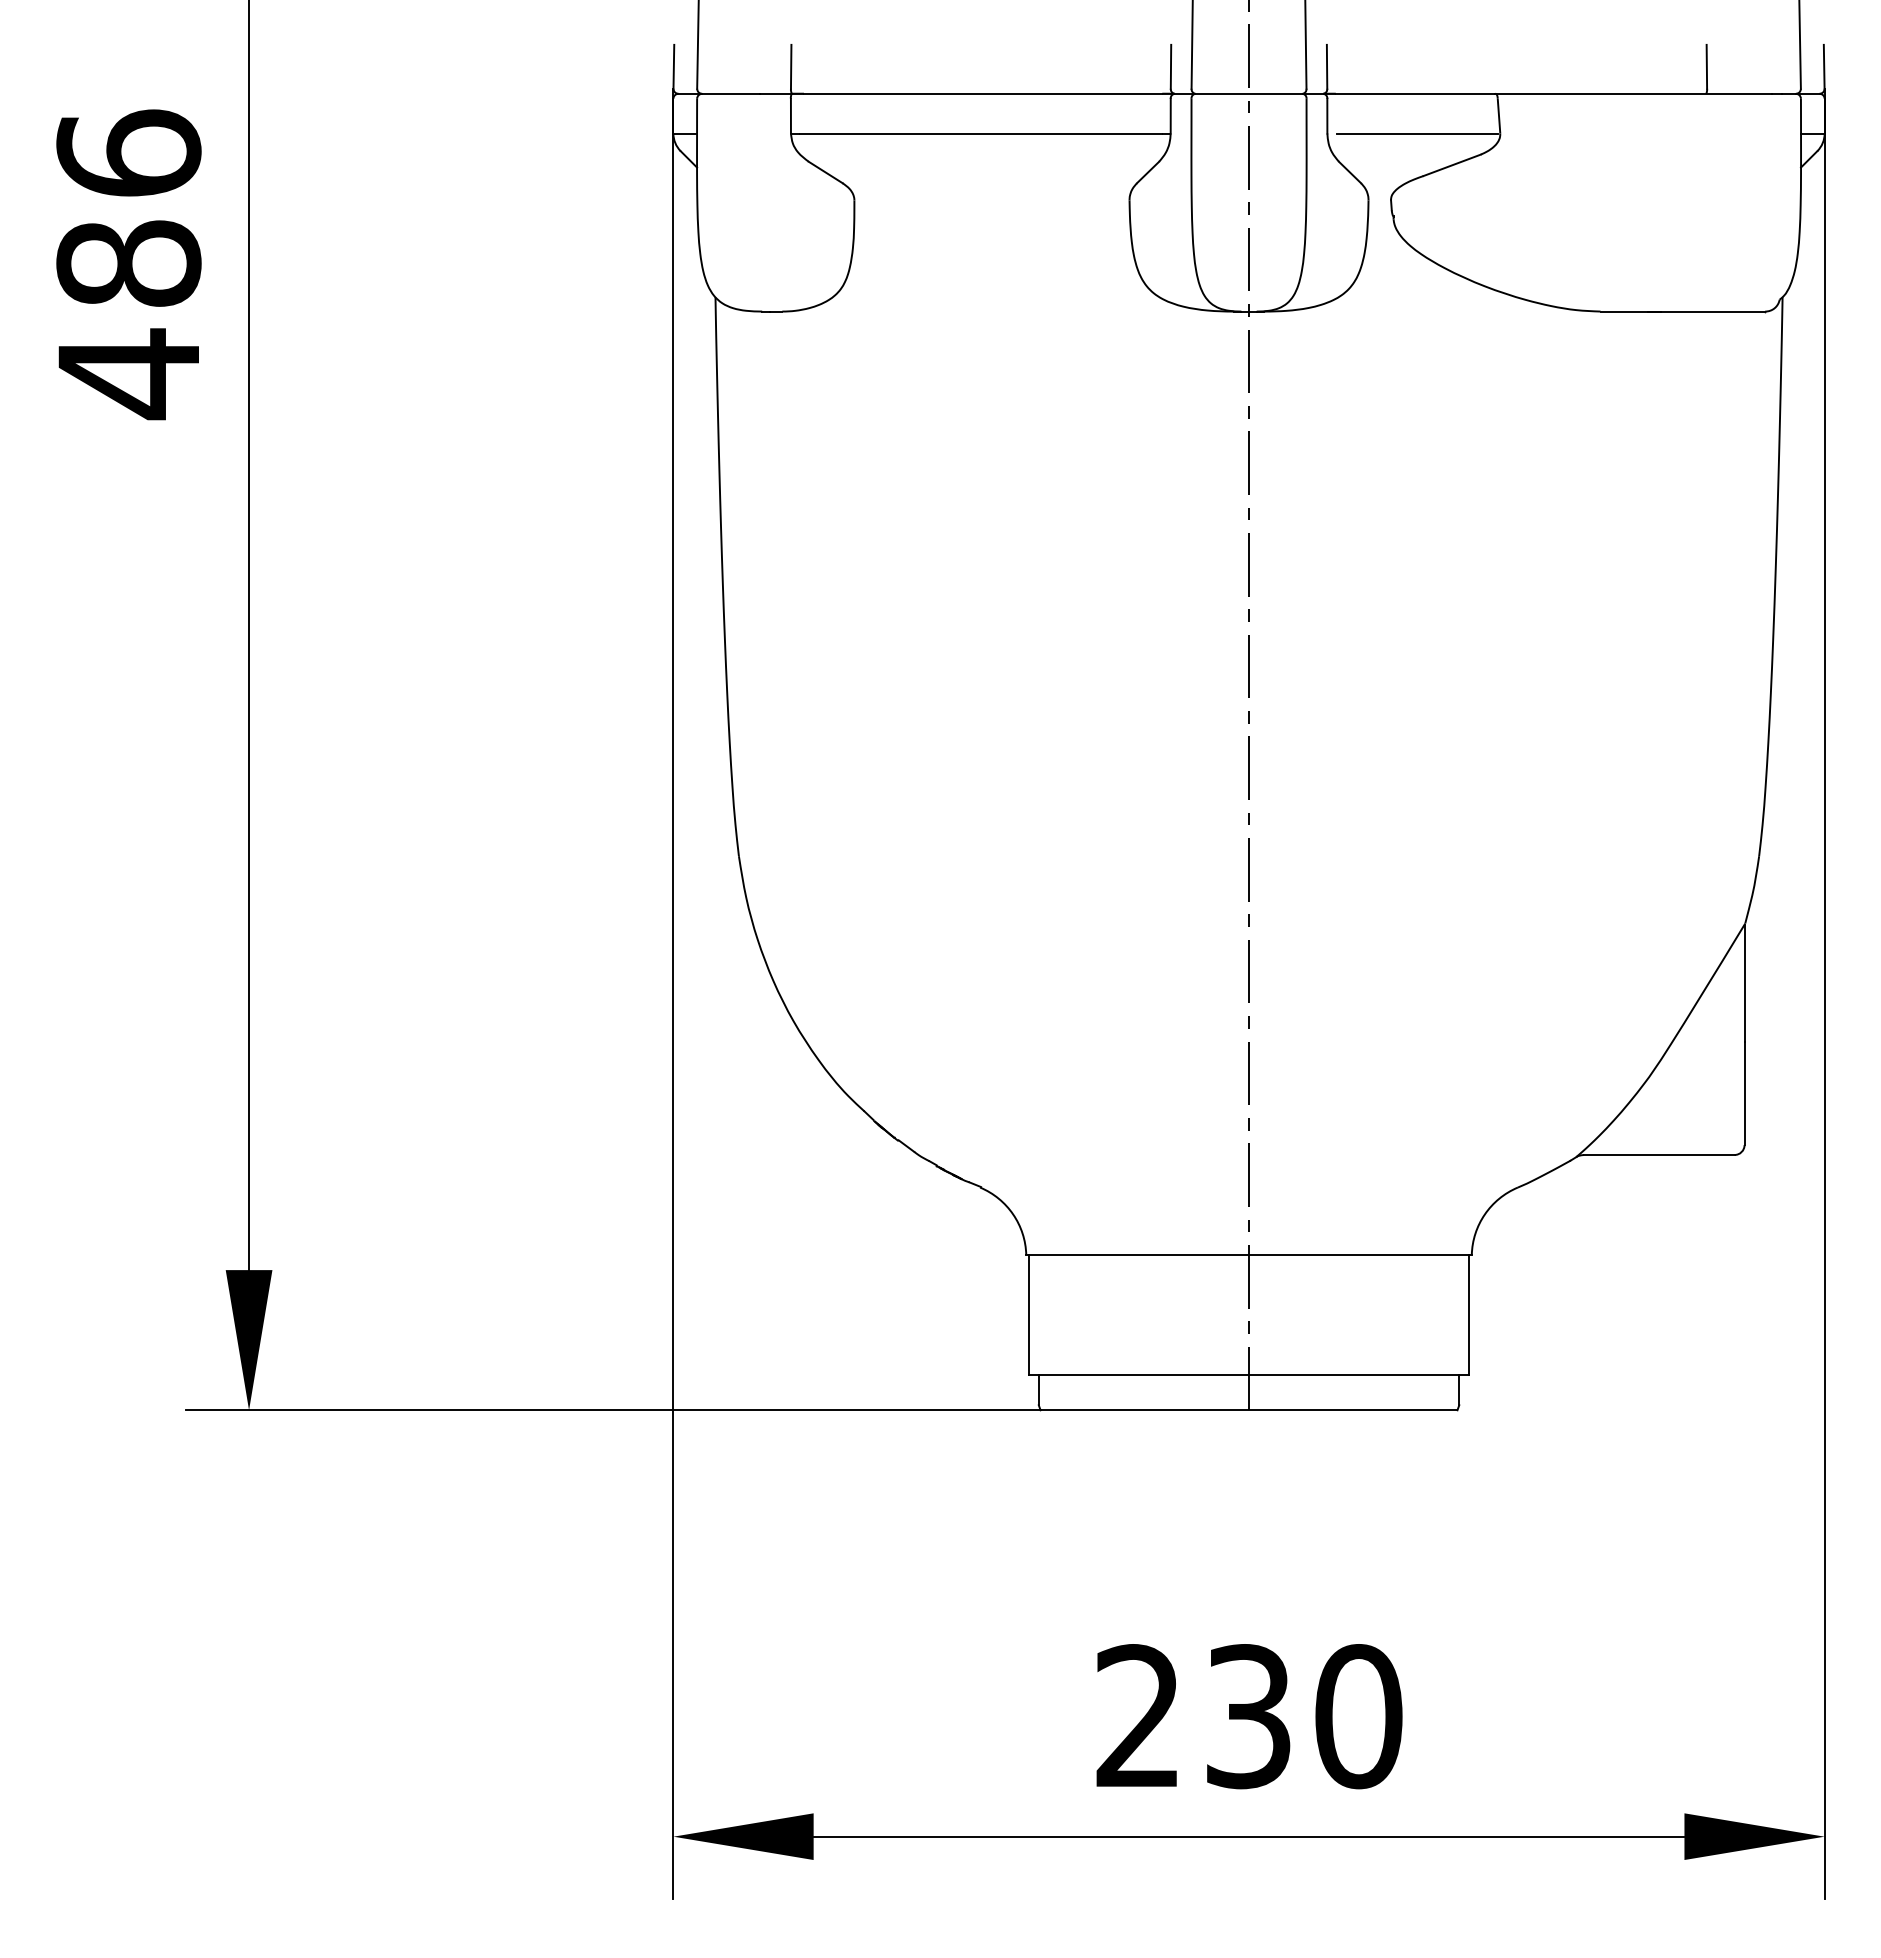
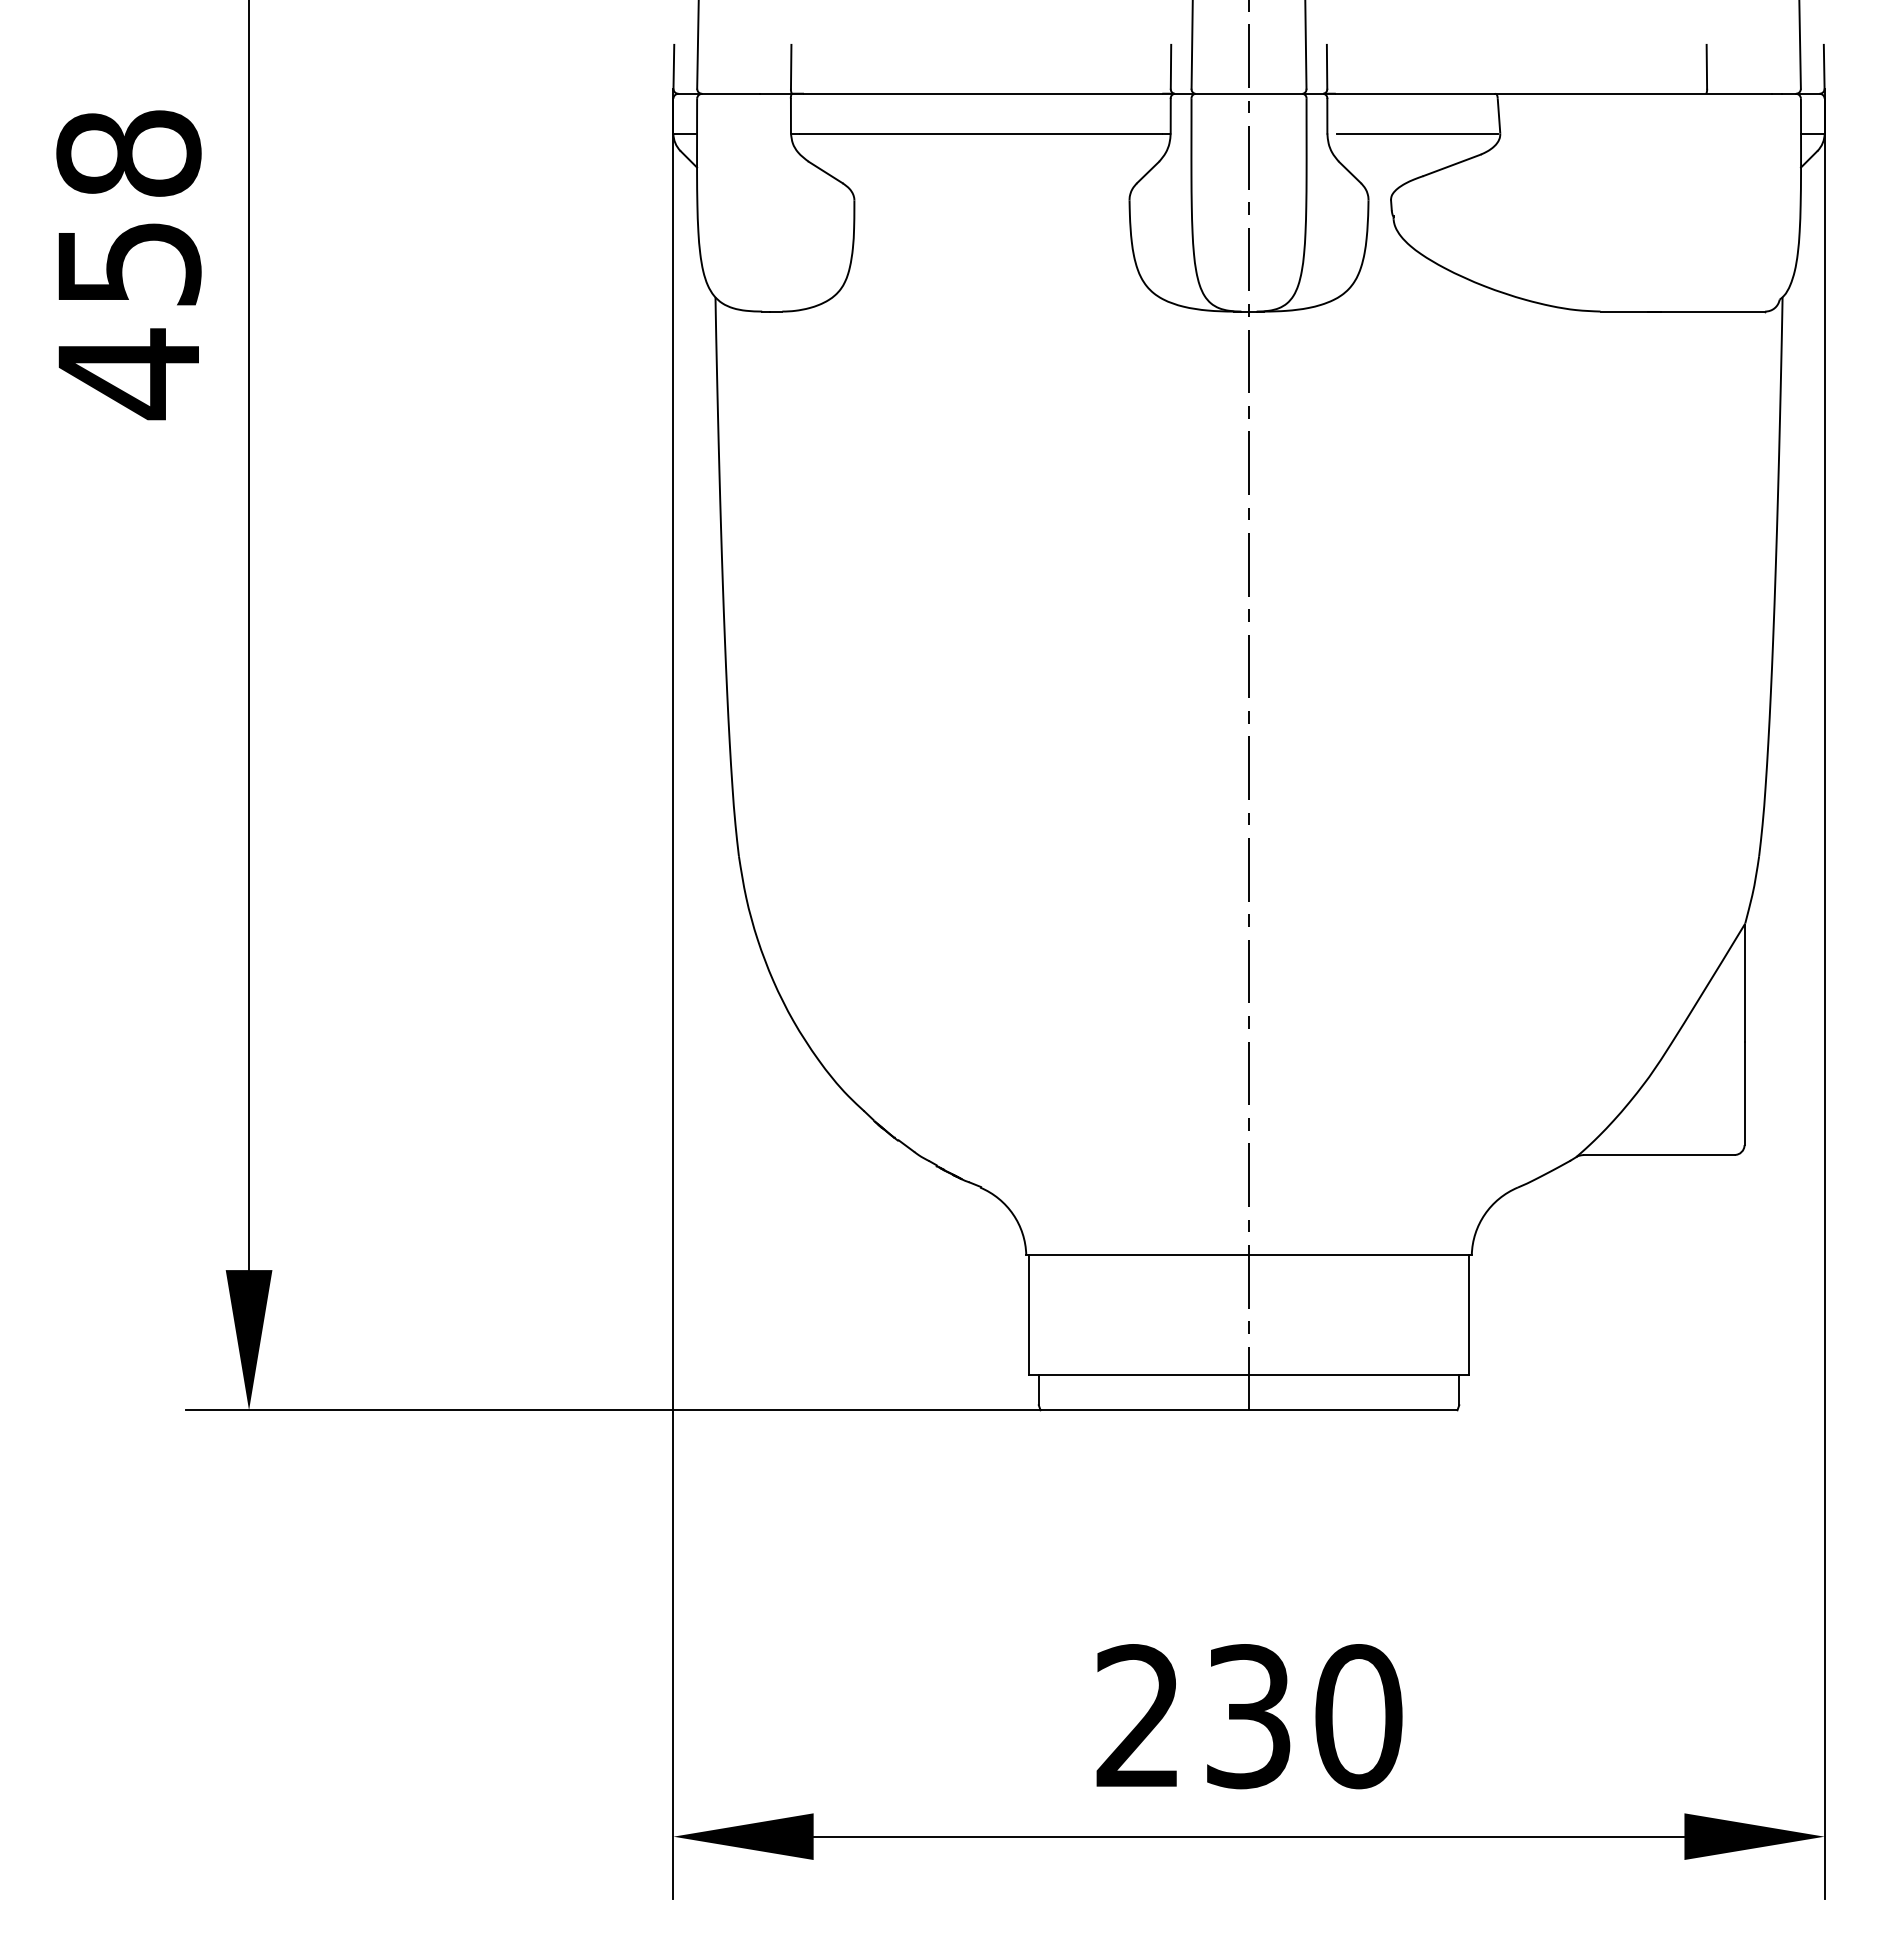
text at (128, 207): 486 -> 458
